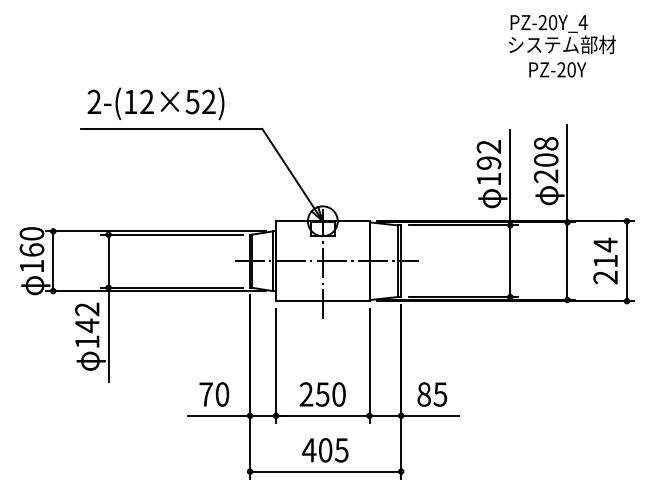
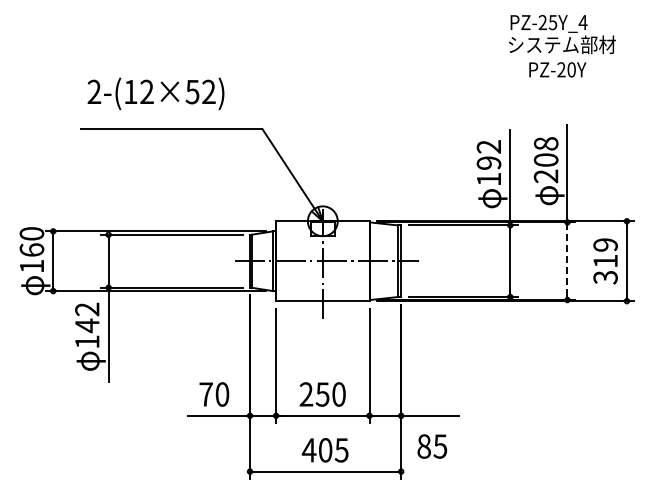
text at (552, 22): PZ-20Y_4 -> PZ-25Y_4
text at (155, 103) position: (155, 103) -> (155, 93)
line at (567, 260): solid -> dashed
text at (605, 260): 214 -> 319
text at (432, 394) position: (432, 394) -> (432, 446)
